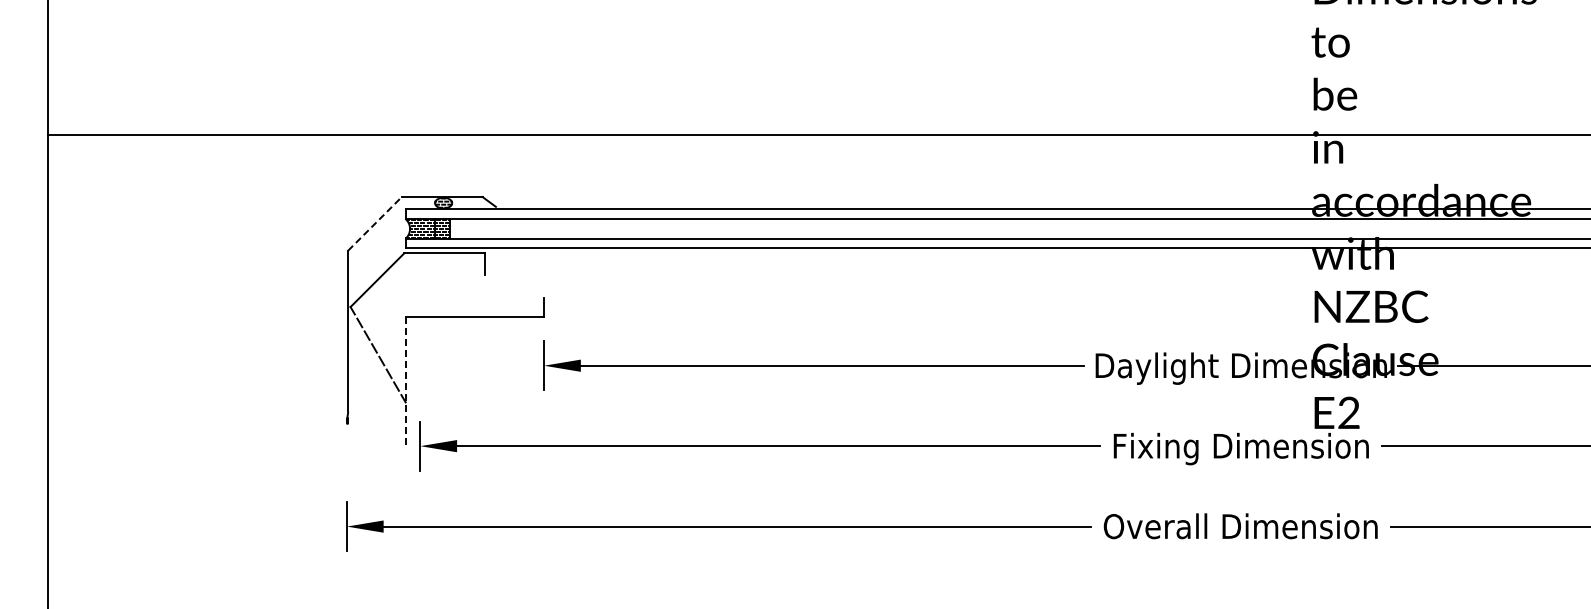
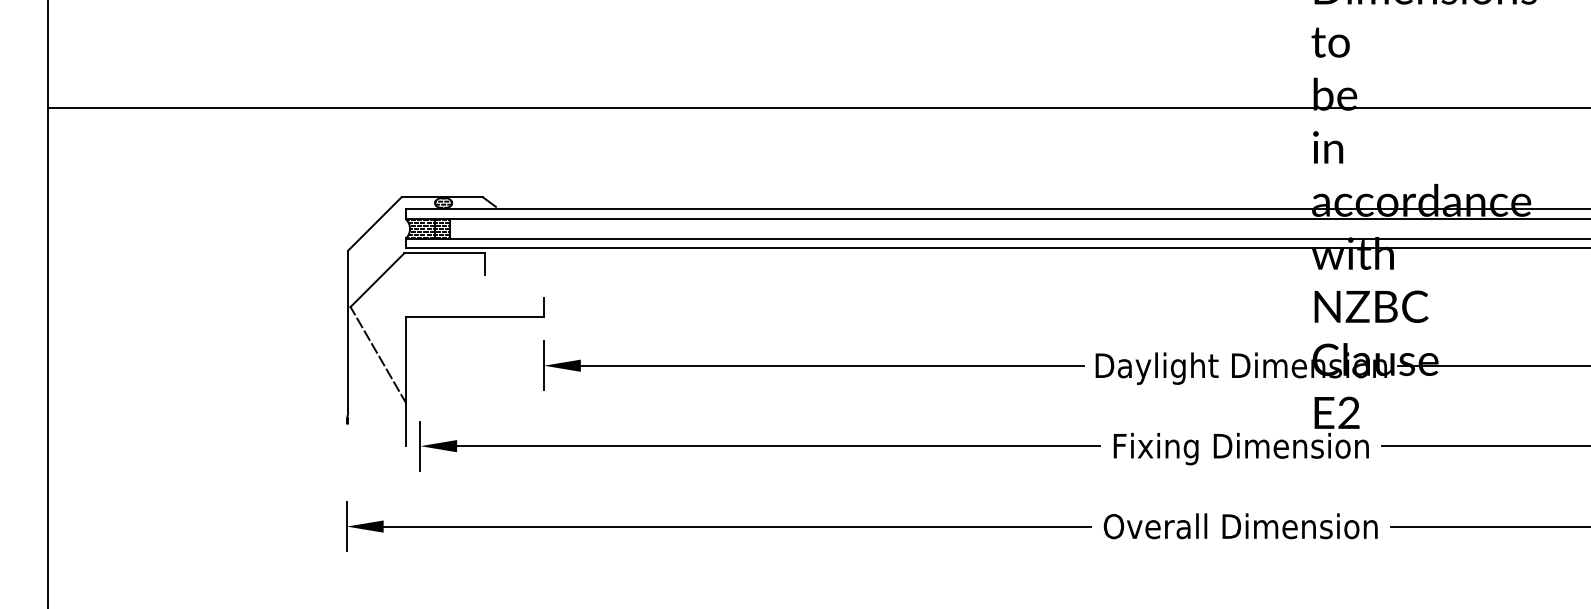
line at (817, 134) position: (817, 134) -> (817, 107)
line at (374, 223): dashed -> solid
line at (405, 381): dashed -> solid
